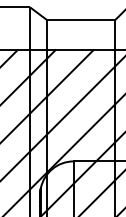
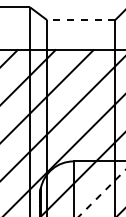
line at (80, 20): solid -> dashed
line at (102, 193): solid -> dashed
